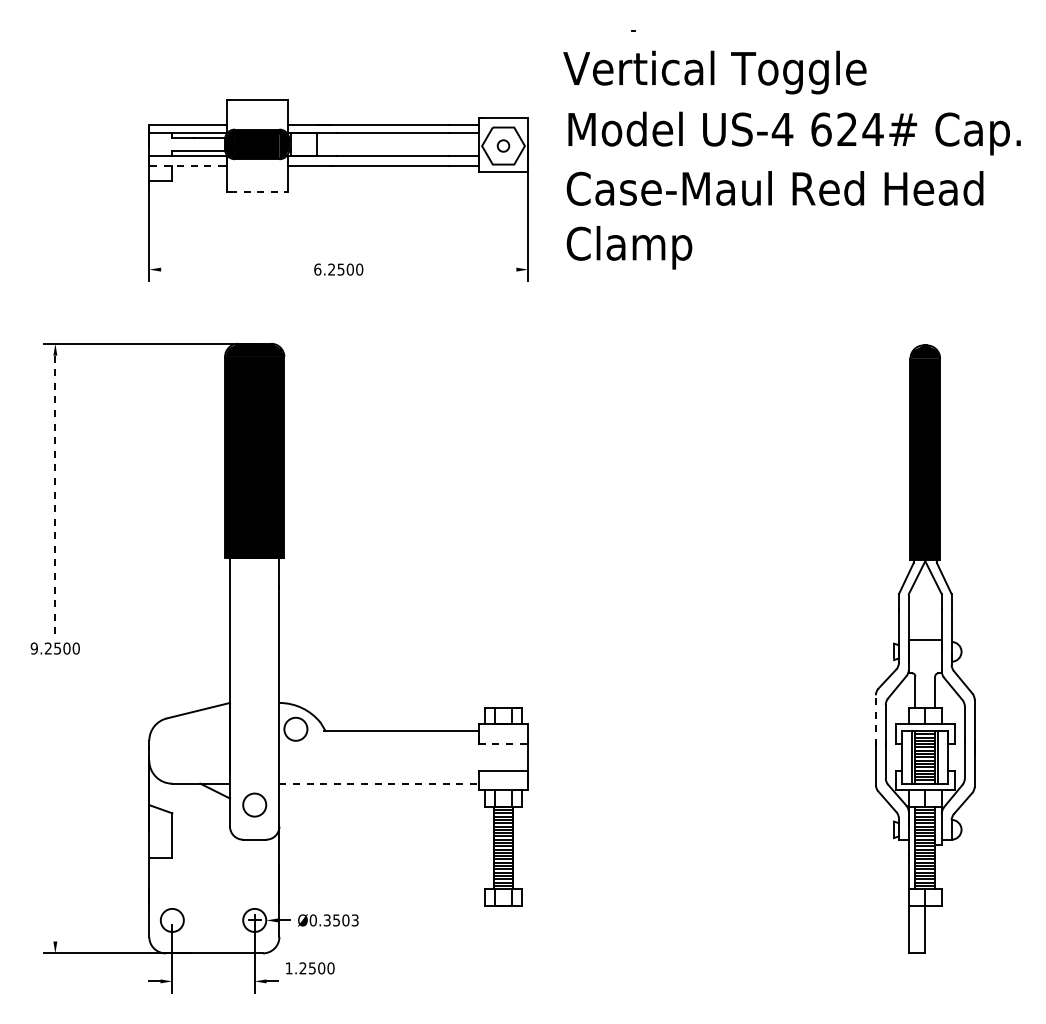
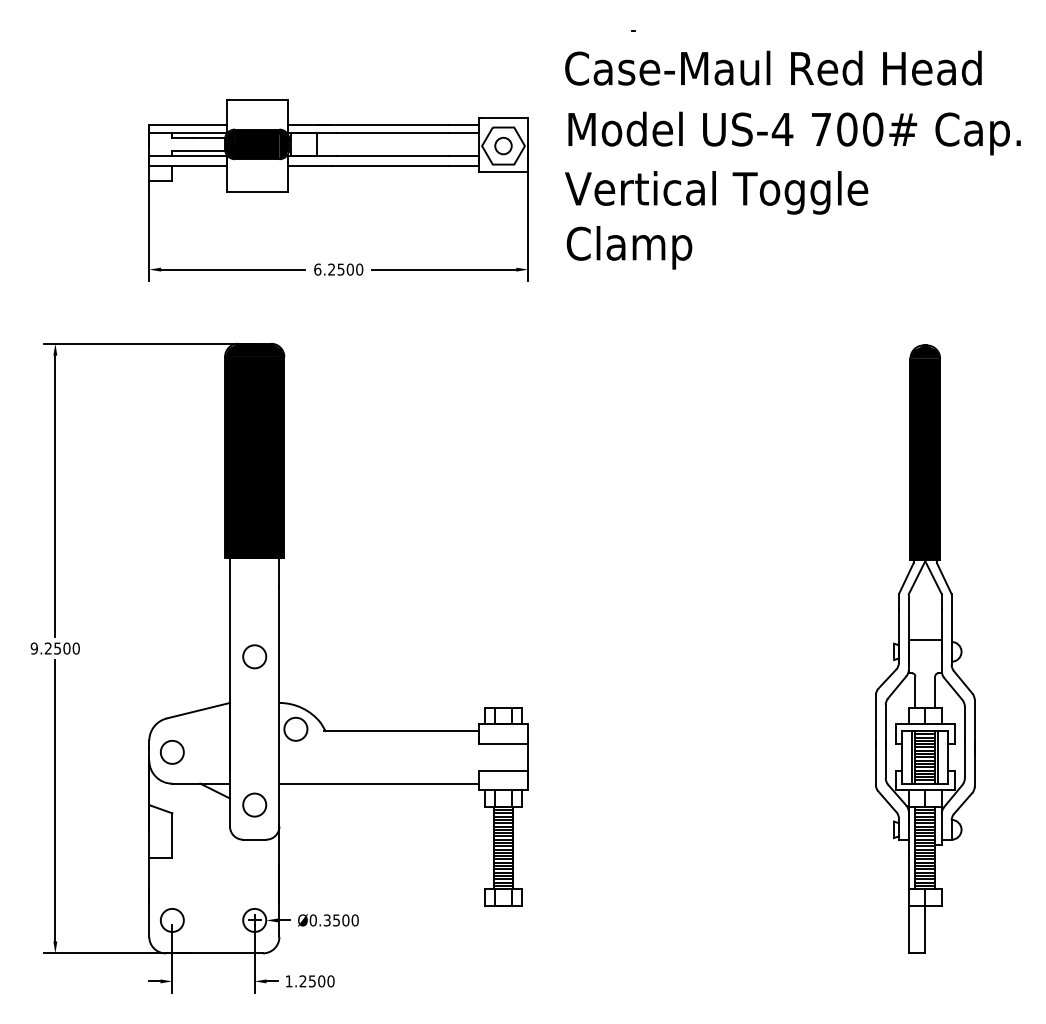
text at (772, 72): Vertical Toggle -> Case-Maul Red Head
text at (847, 129): 624# -> 700#
circle at (503, 145) size: 15x14 px -> 19x20 px
line at (187, 165): dashed -> solid
line at (258, 192): dashed -> solid
text at (774, 192): Case-Maul Red Head -> Vertical Toggle
line at (233, 269): none -> present
line at (444, 269): none -> present
line at (55, 496): dashed -> solid
circle at (254, 656): none -> present
line at (875, 720): dashed -> solid
line at (503, 744): dashed -> solid
circle at (171, 752): none -> present
line at (379, 783): dashed -> solid
line at (55, 800): none -> present
text at (354, 920): Ø0.3503 -> Ø0.3500
text at (310, 968) position: (310, 968) -> (310, 981)
